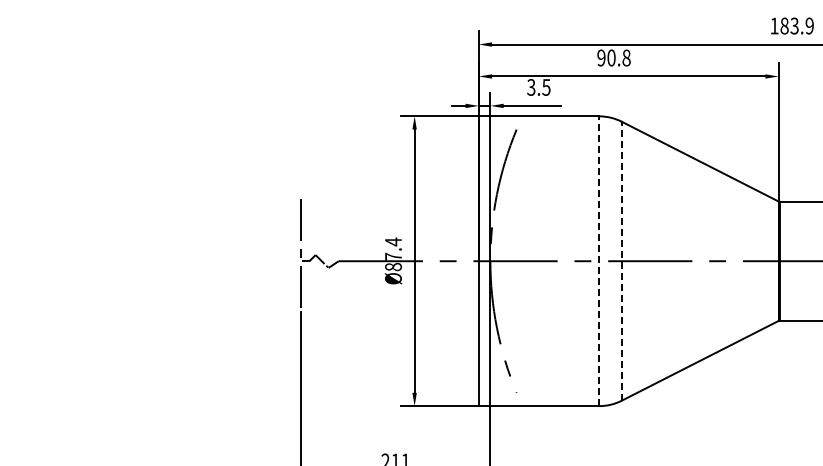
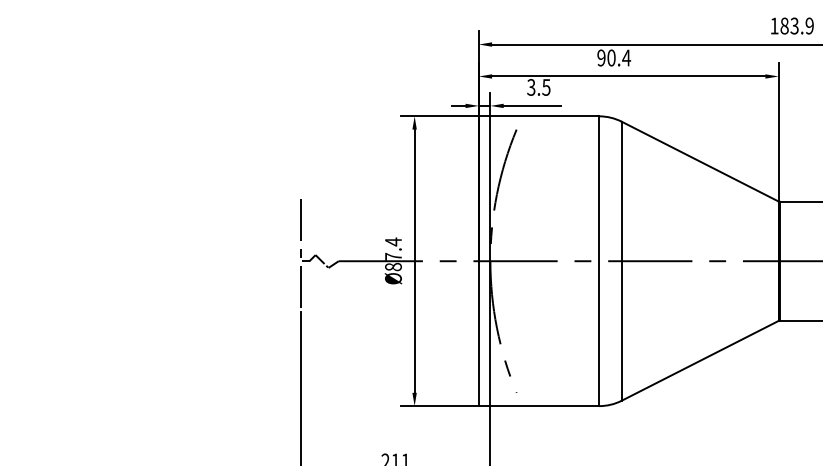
text at (626, 57): 90.8 -> 90.4
line at (621, 260): dashed -> solid
line at (599, 261): dashed -> solid
